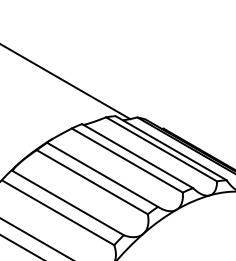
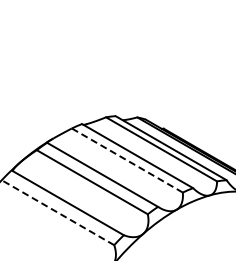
line at (66, 82): present -> none
line at (126, 160): solid -> dashed
line at (58, 212): solid -> dashed
line at (35, 238): present -> none
line at (20, 246): present -> none
